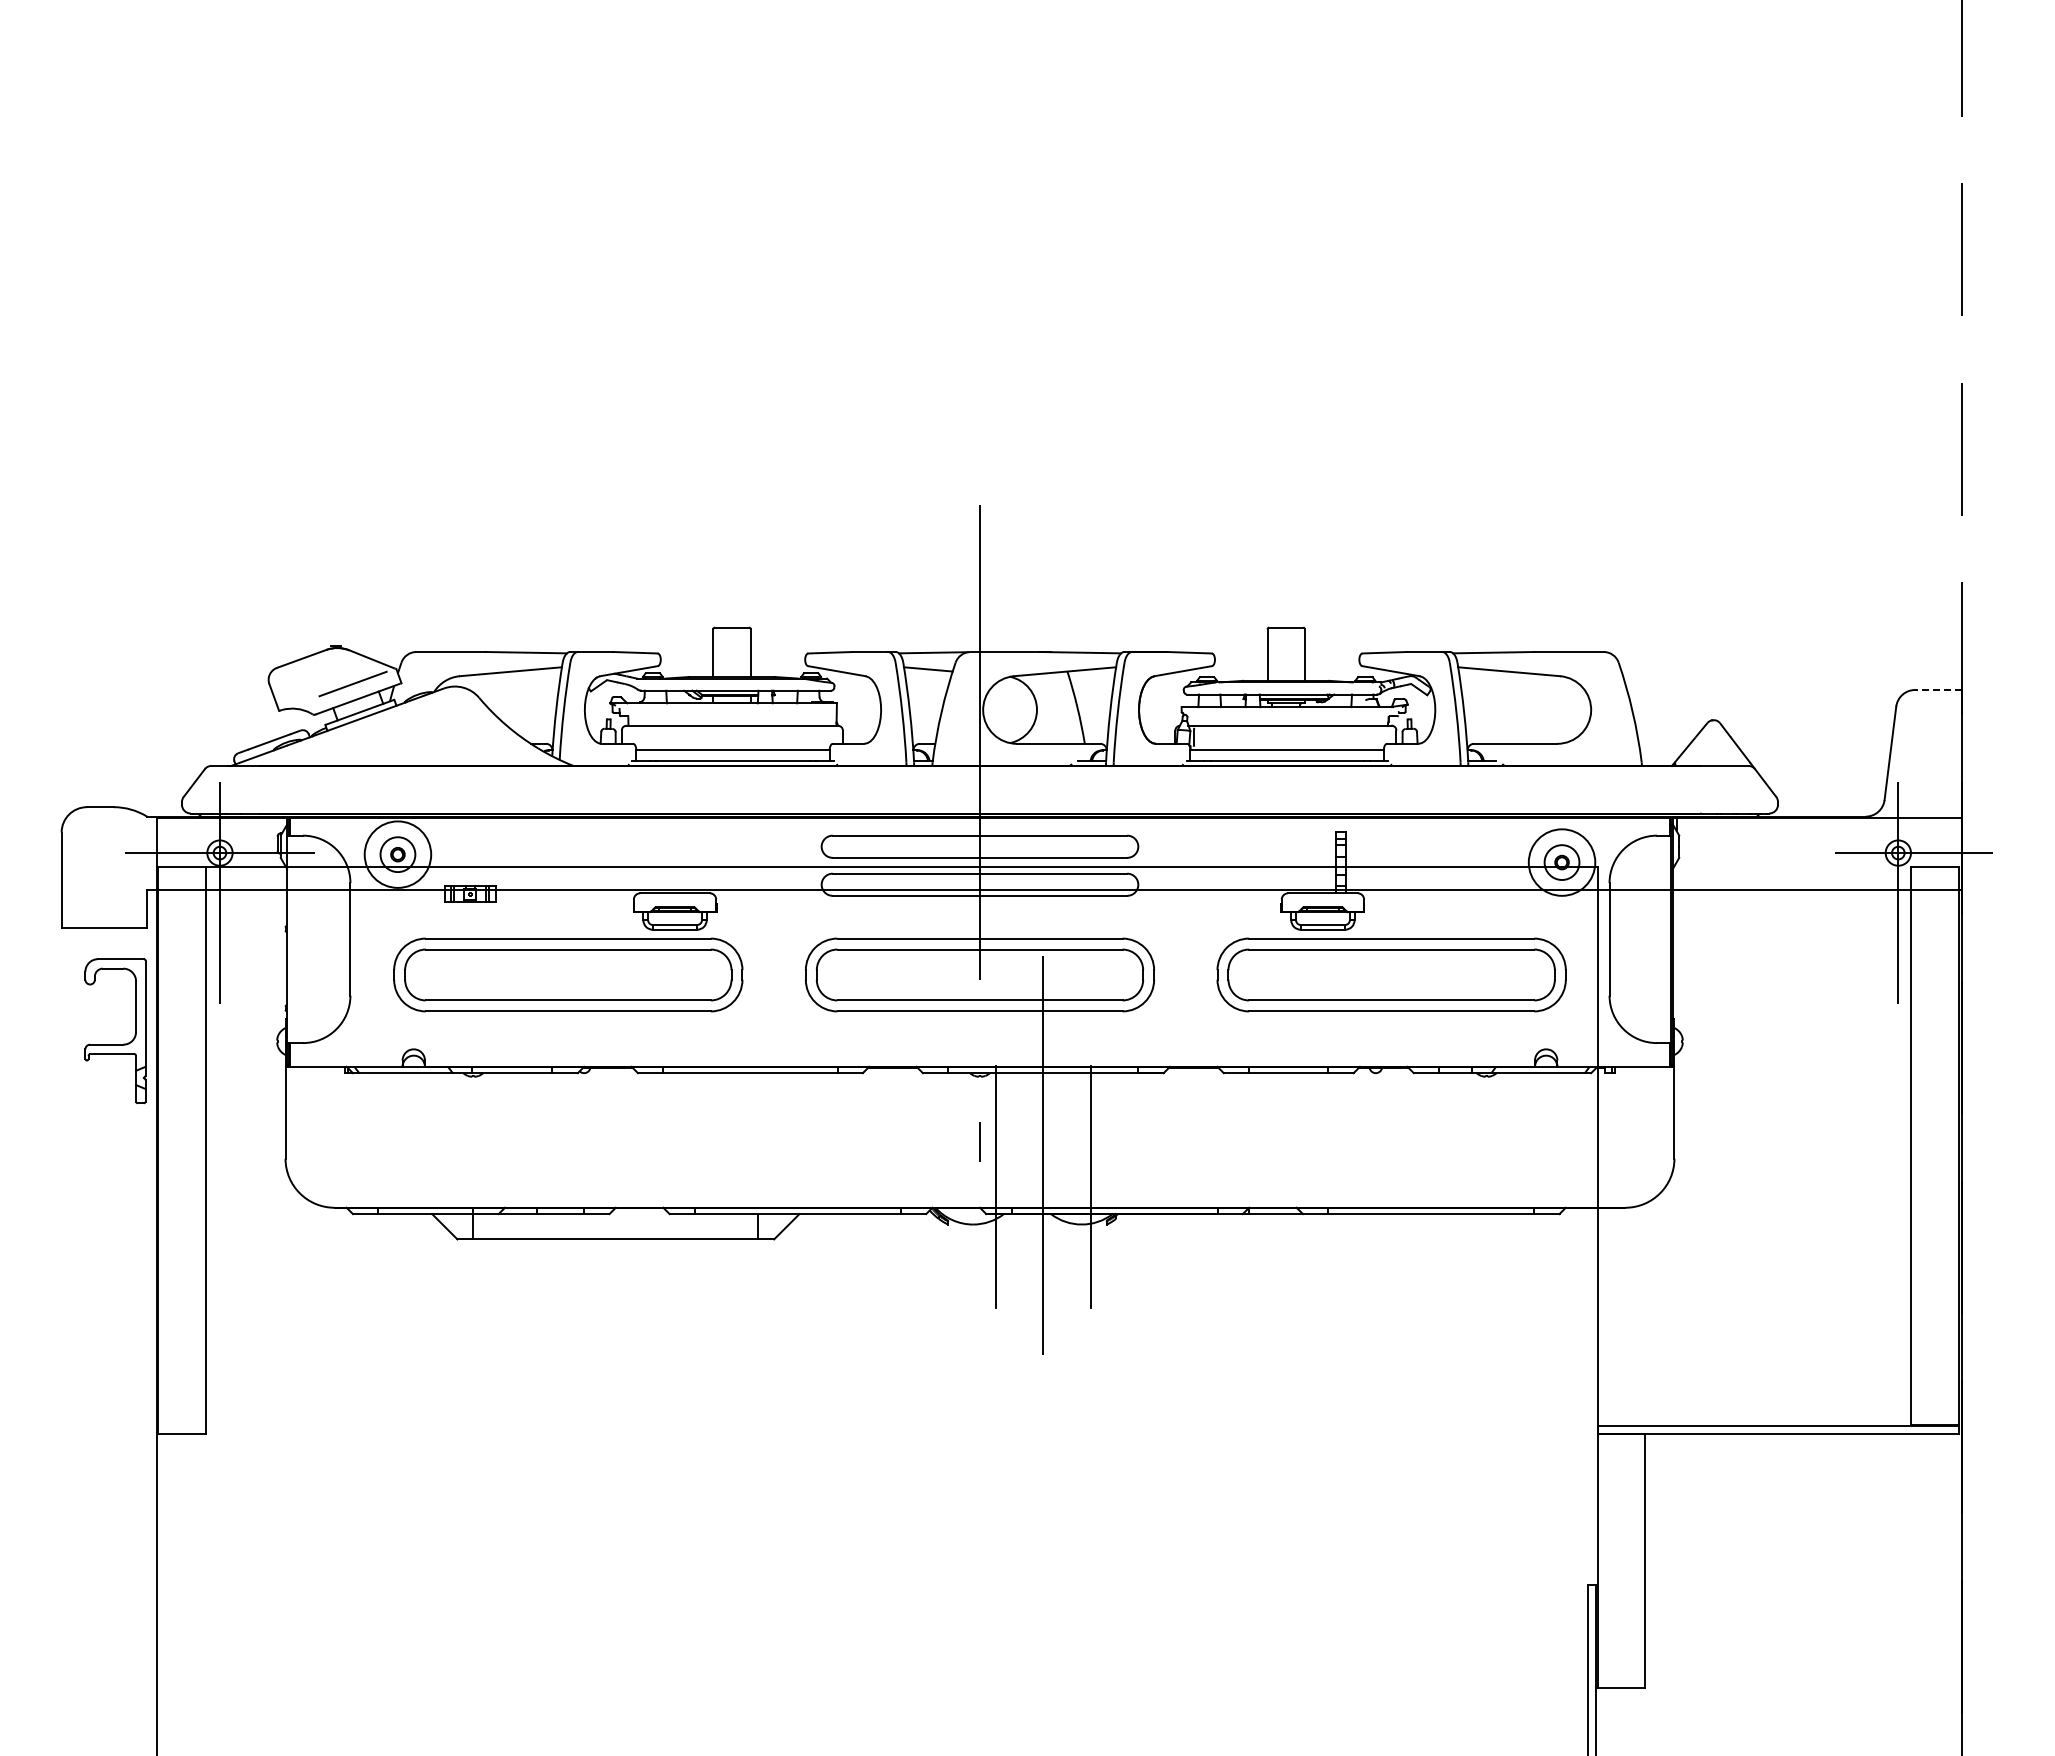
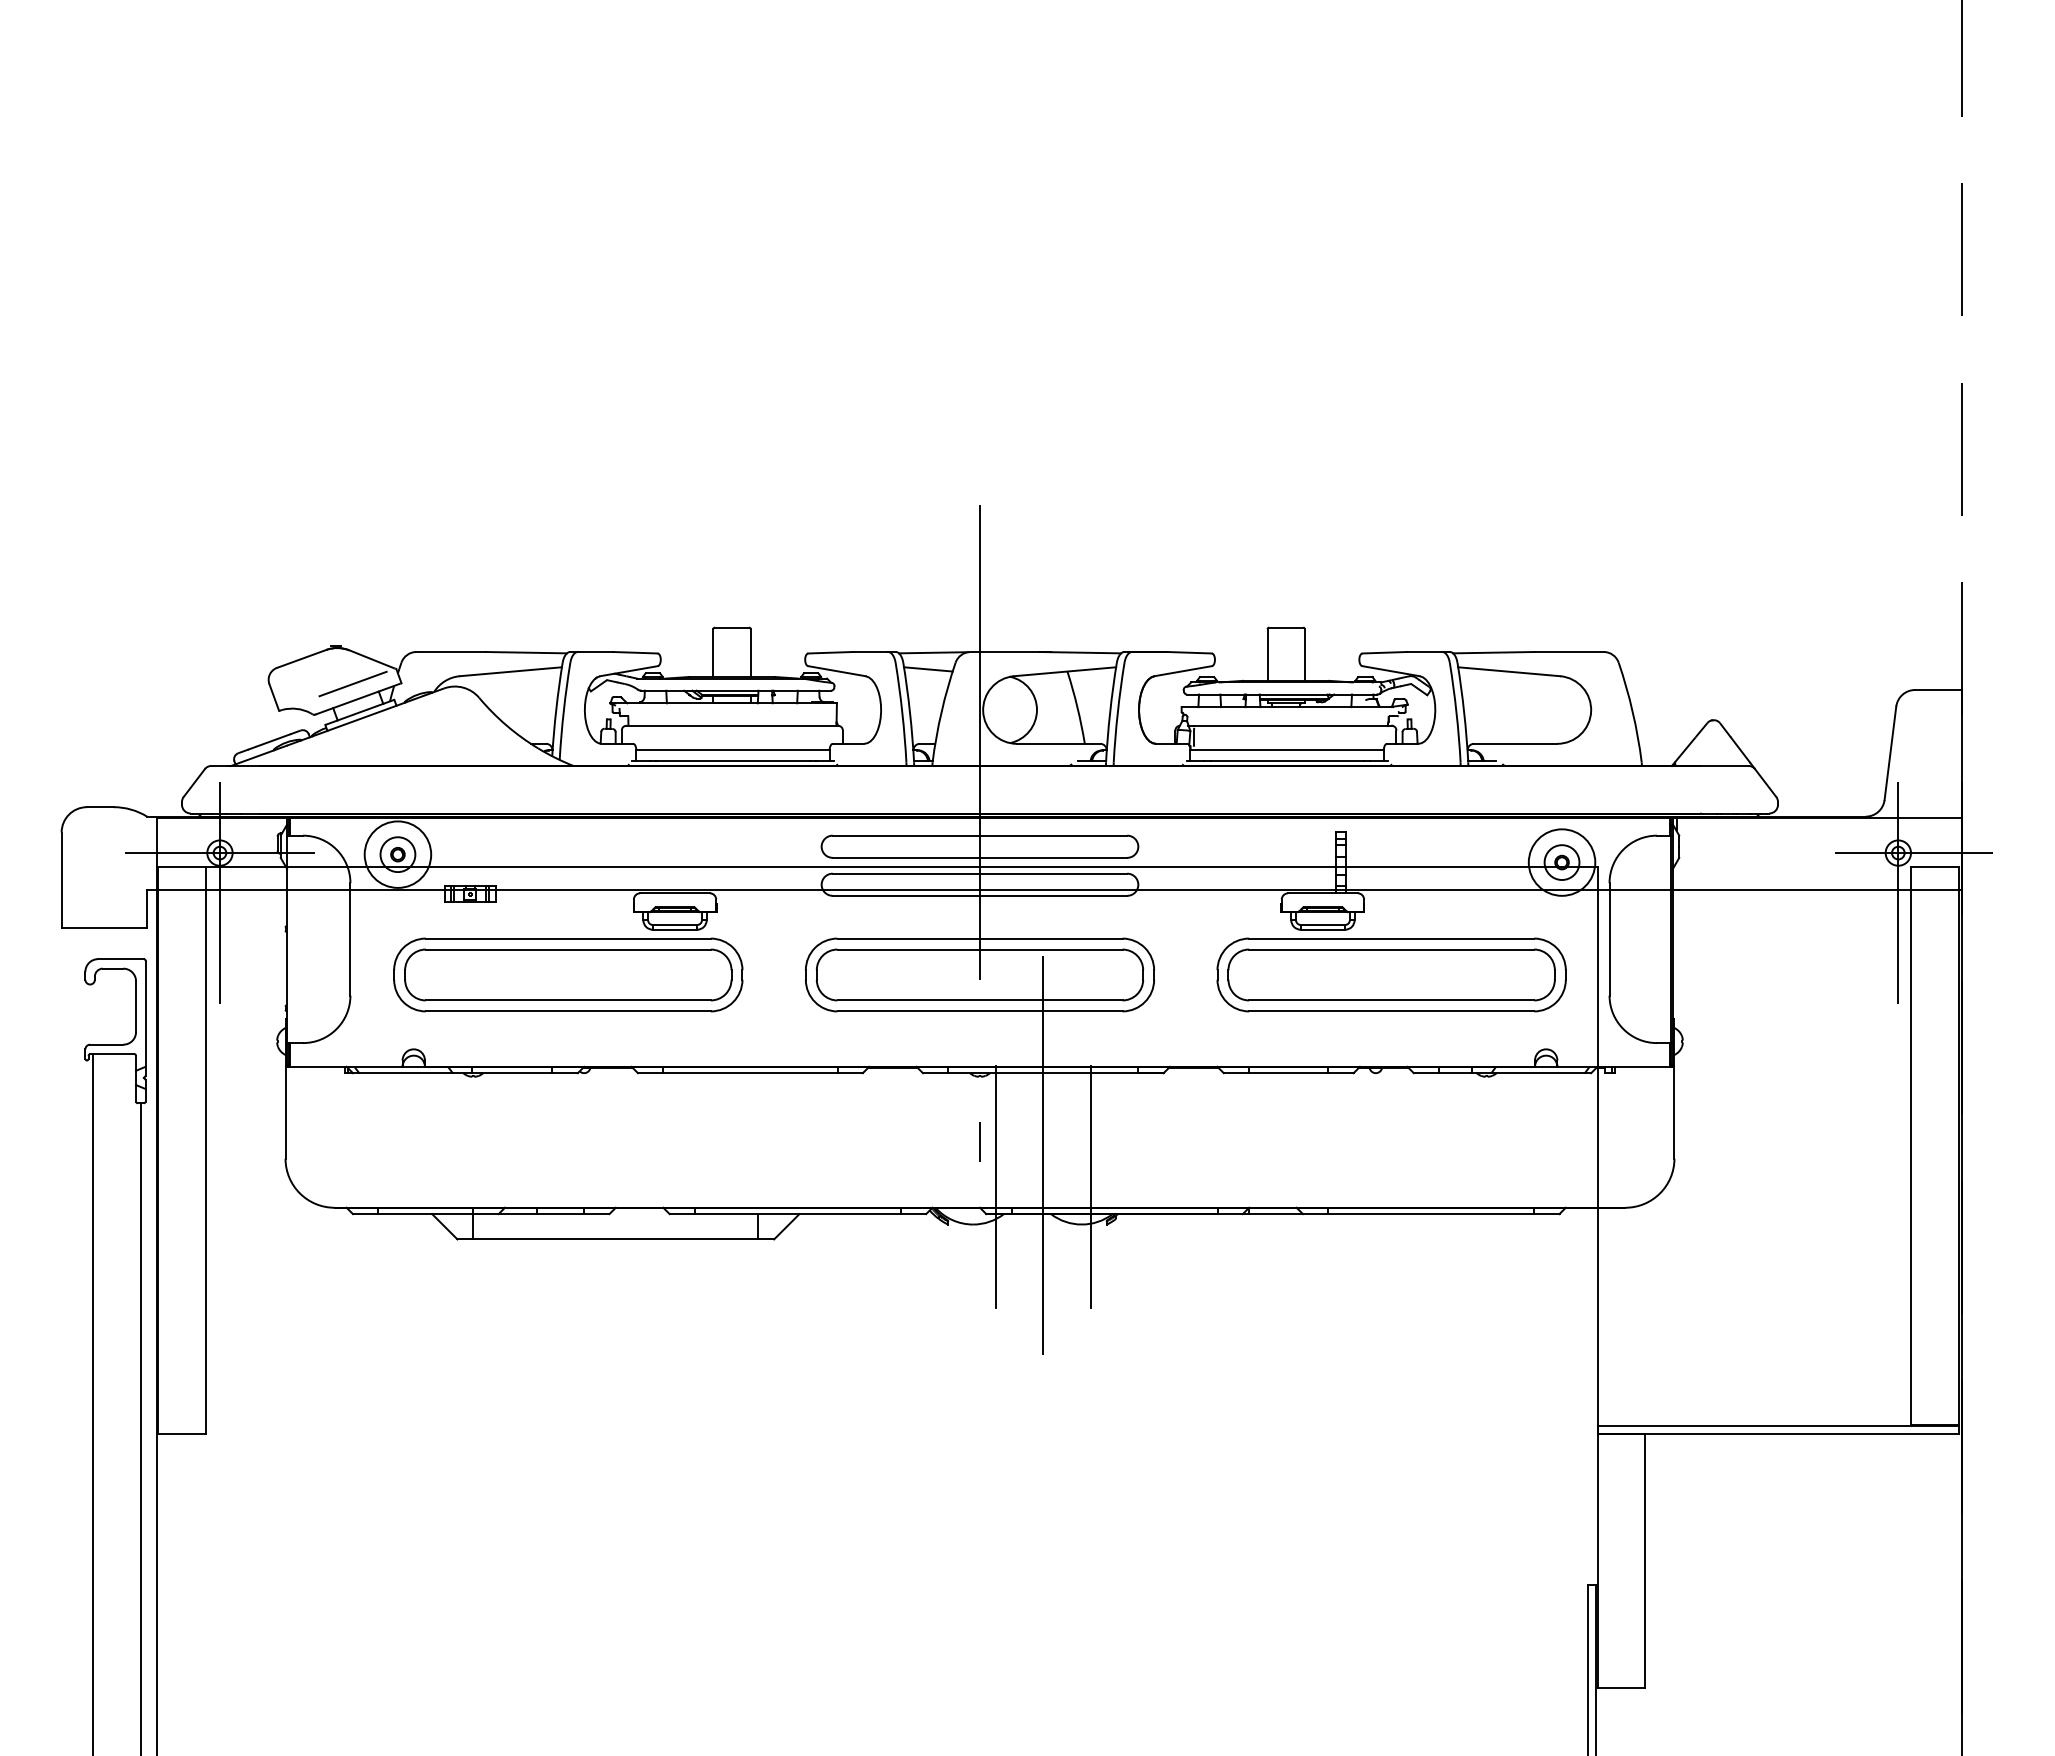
line at (1937, 690): dashed -> solid
line at (93, 1403): none -> present
line at (140, 1427): none -> present
